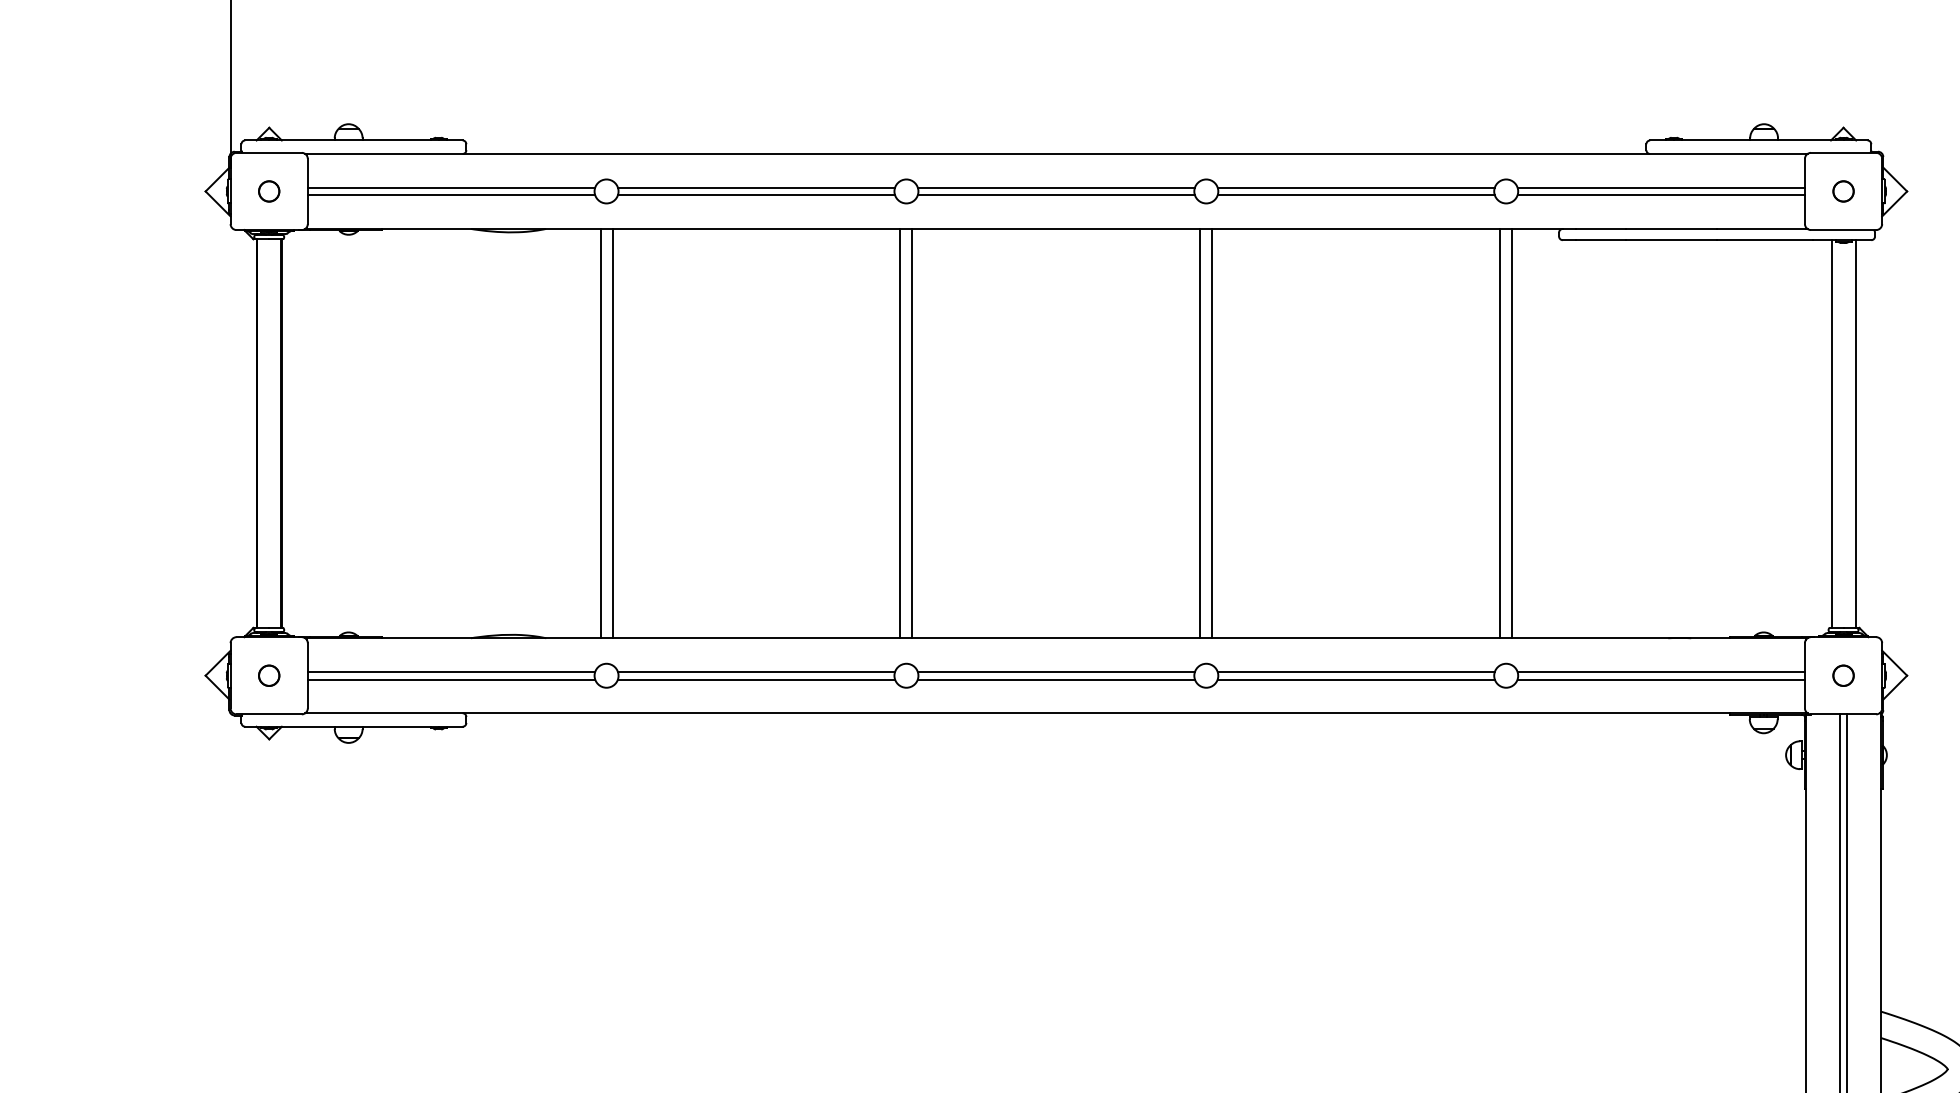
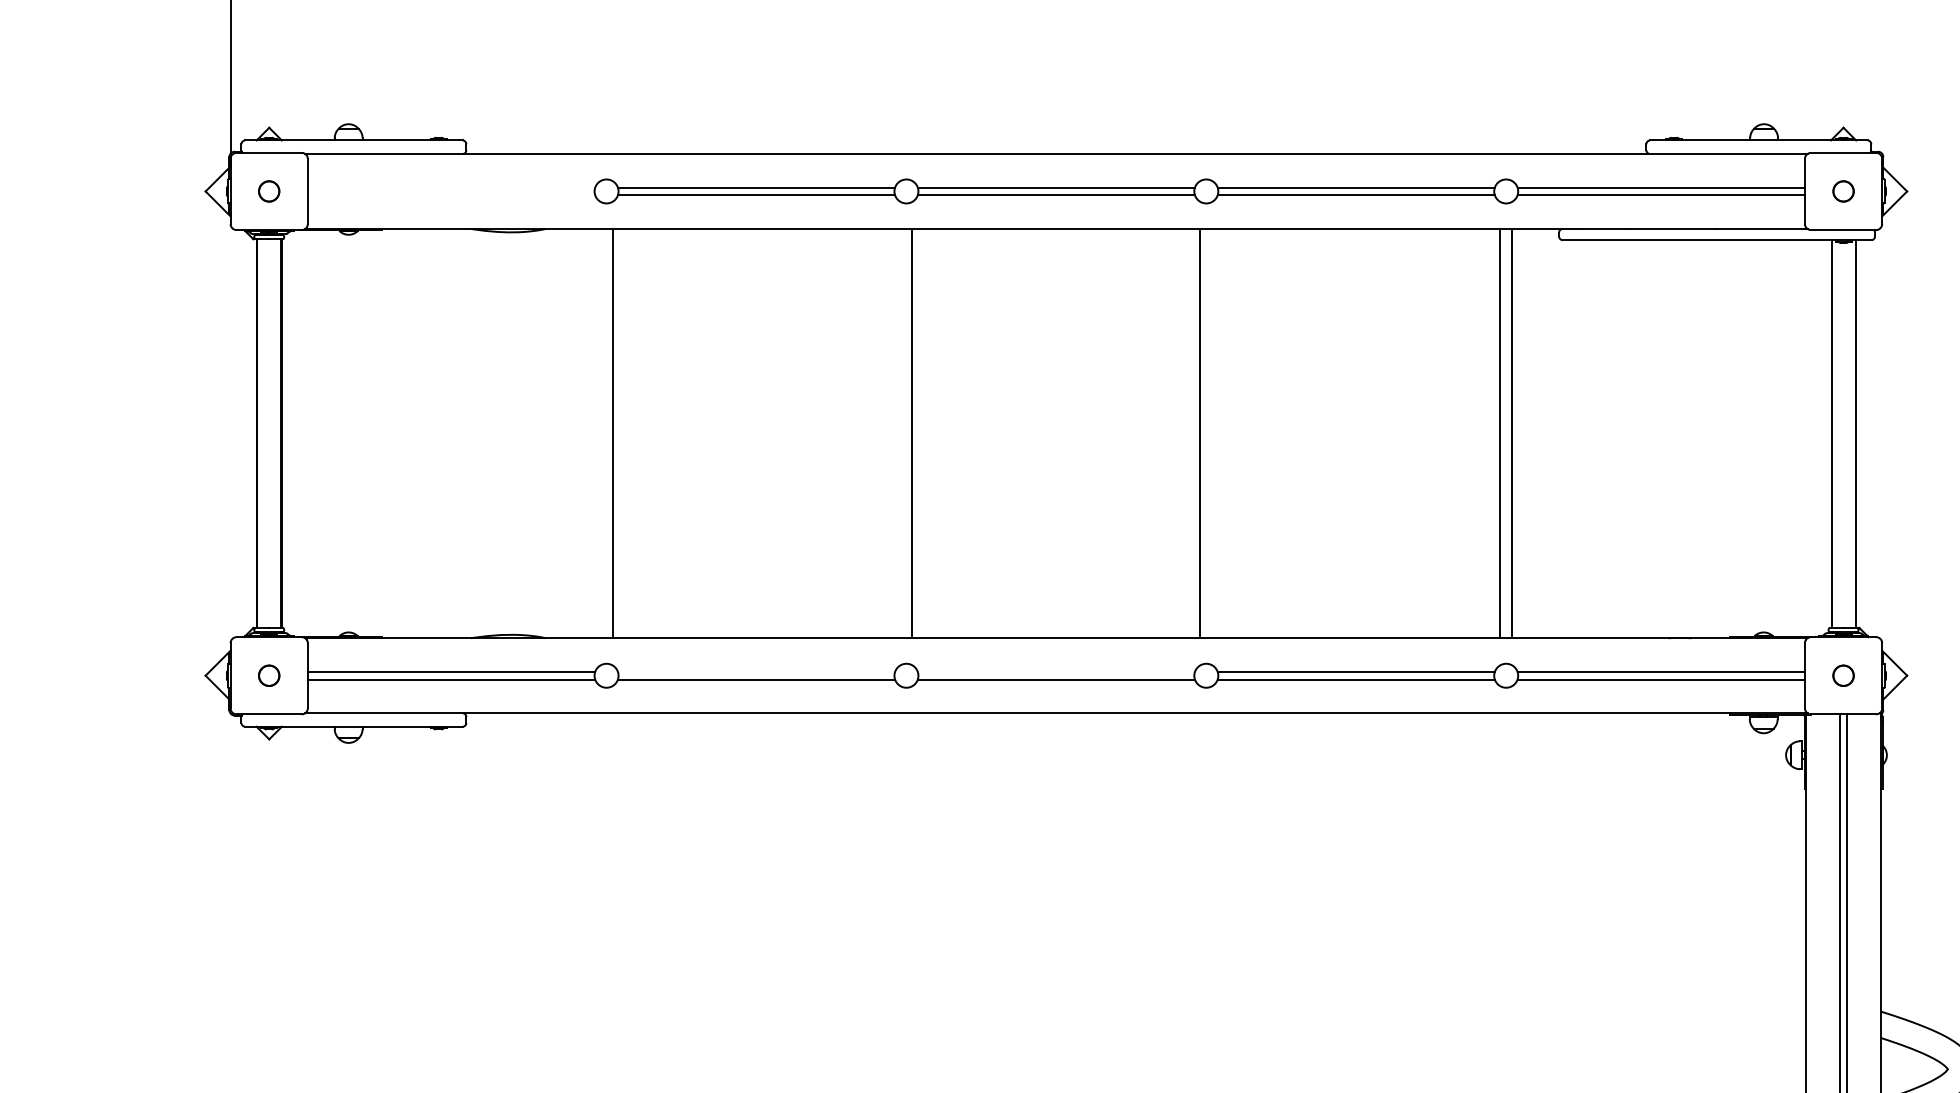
line at (451, 187): present -> none
line at (451, 195): present -> none
line at (600, 433): present -> none
line at (900, 433): present -> none
line at (1212, 433): present -> none
line at (756, 672): present -> none
line at (1055, 672): present -> none
